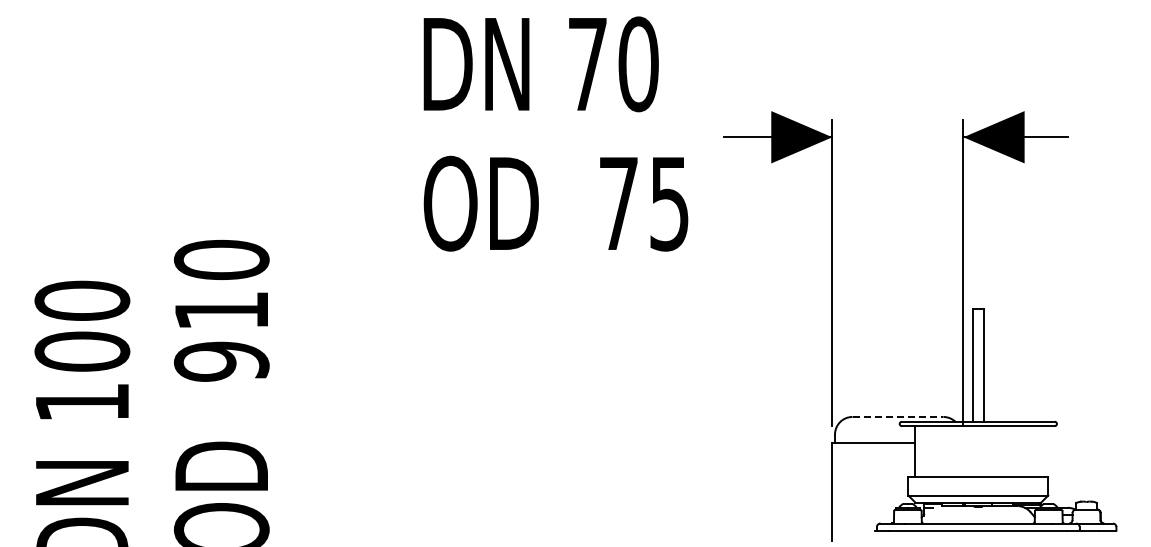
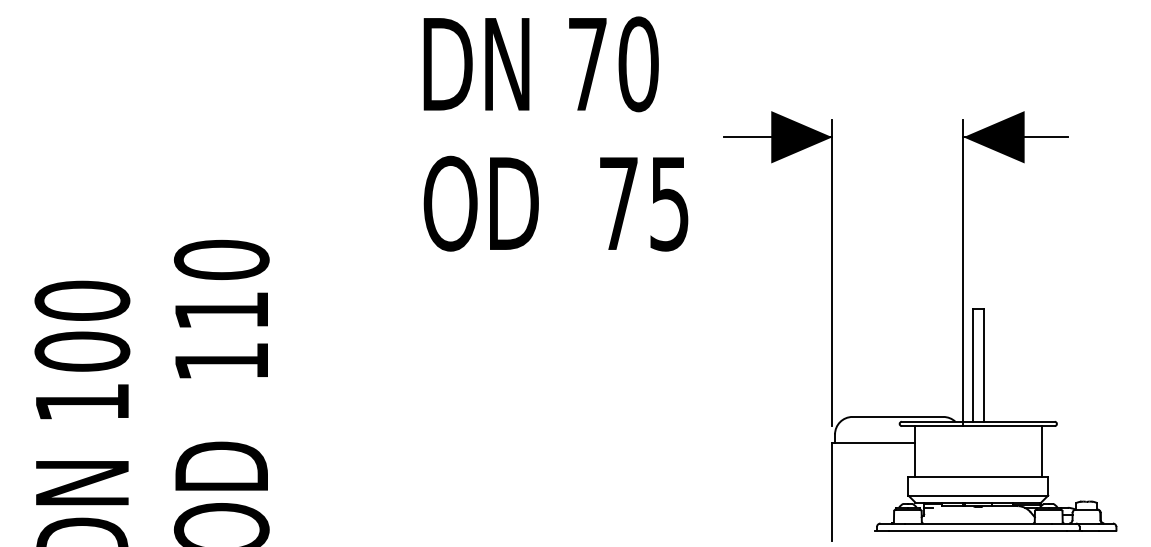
text at (221, 361): 910 -> 110
line at (898, 416): dashed -> solid
line at (1041, 451): none -> present
